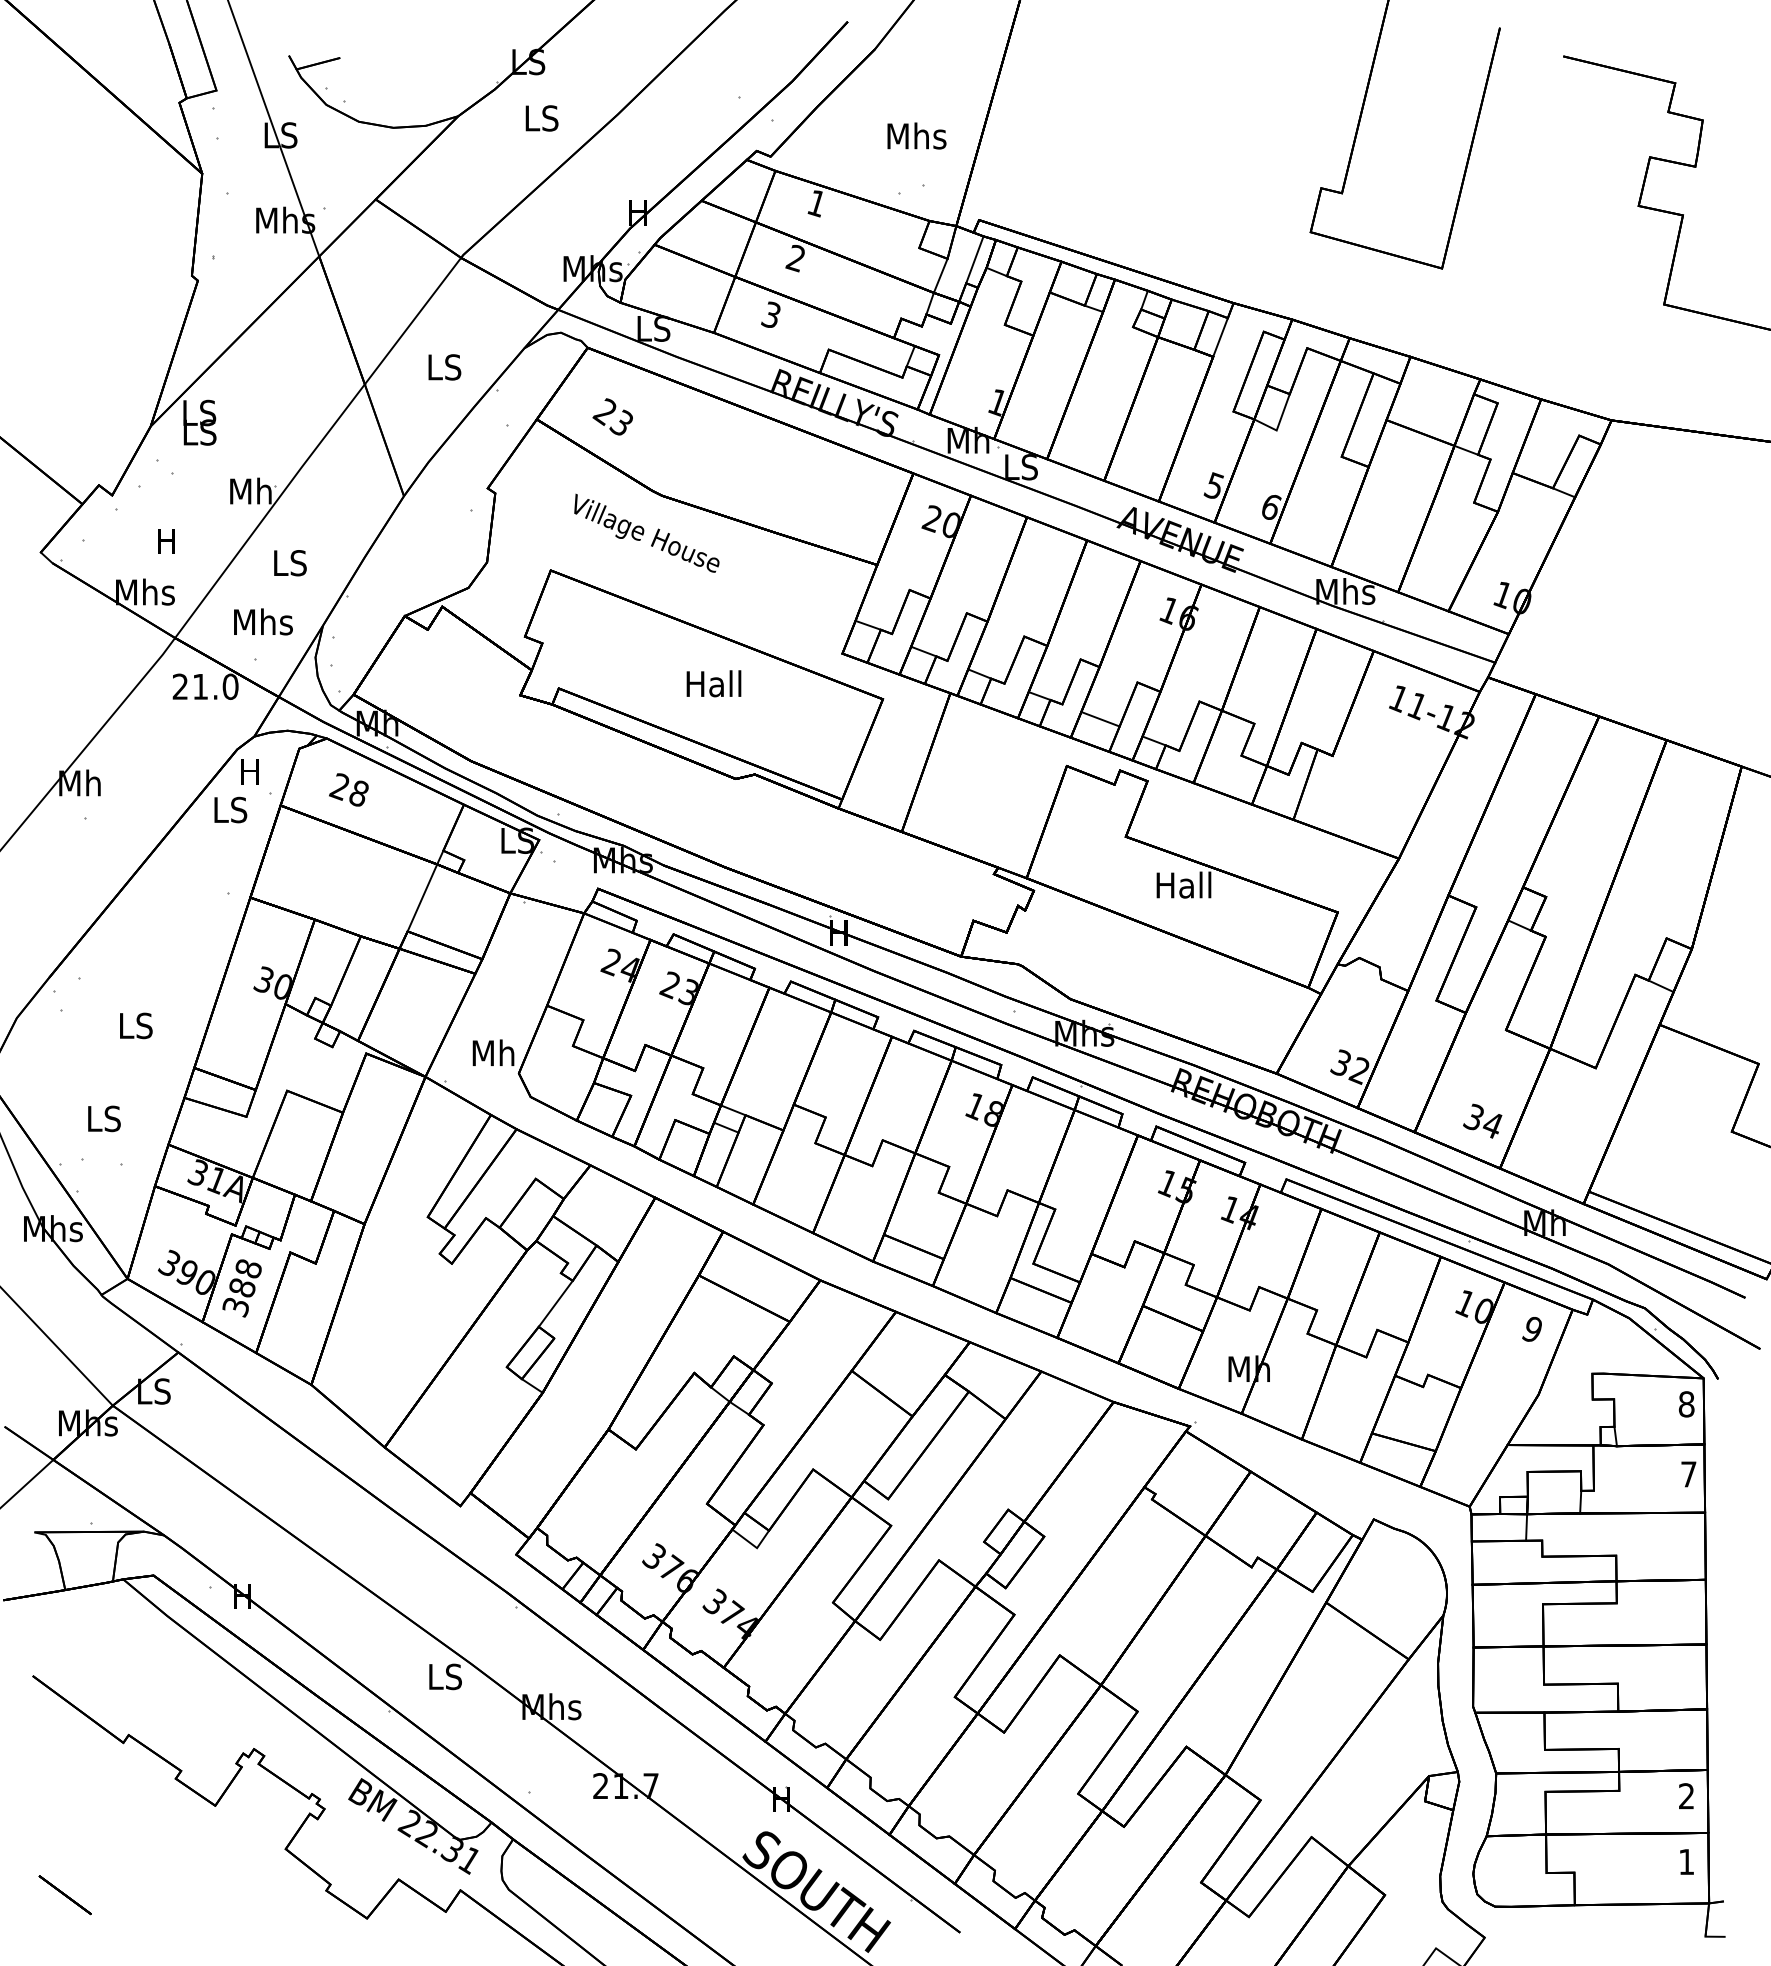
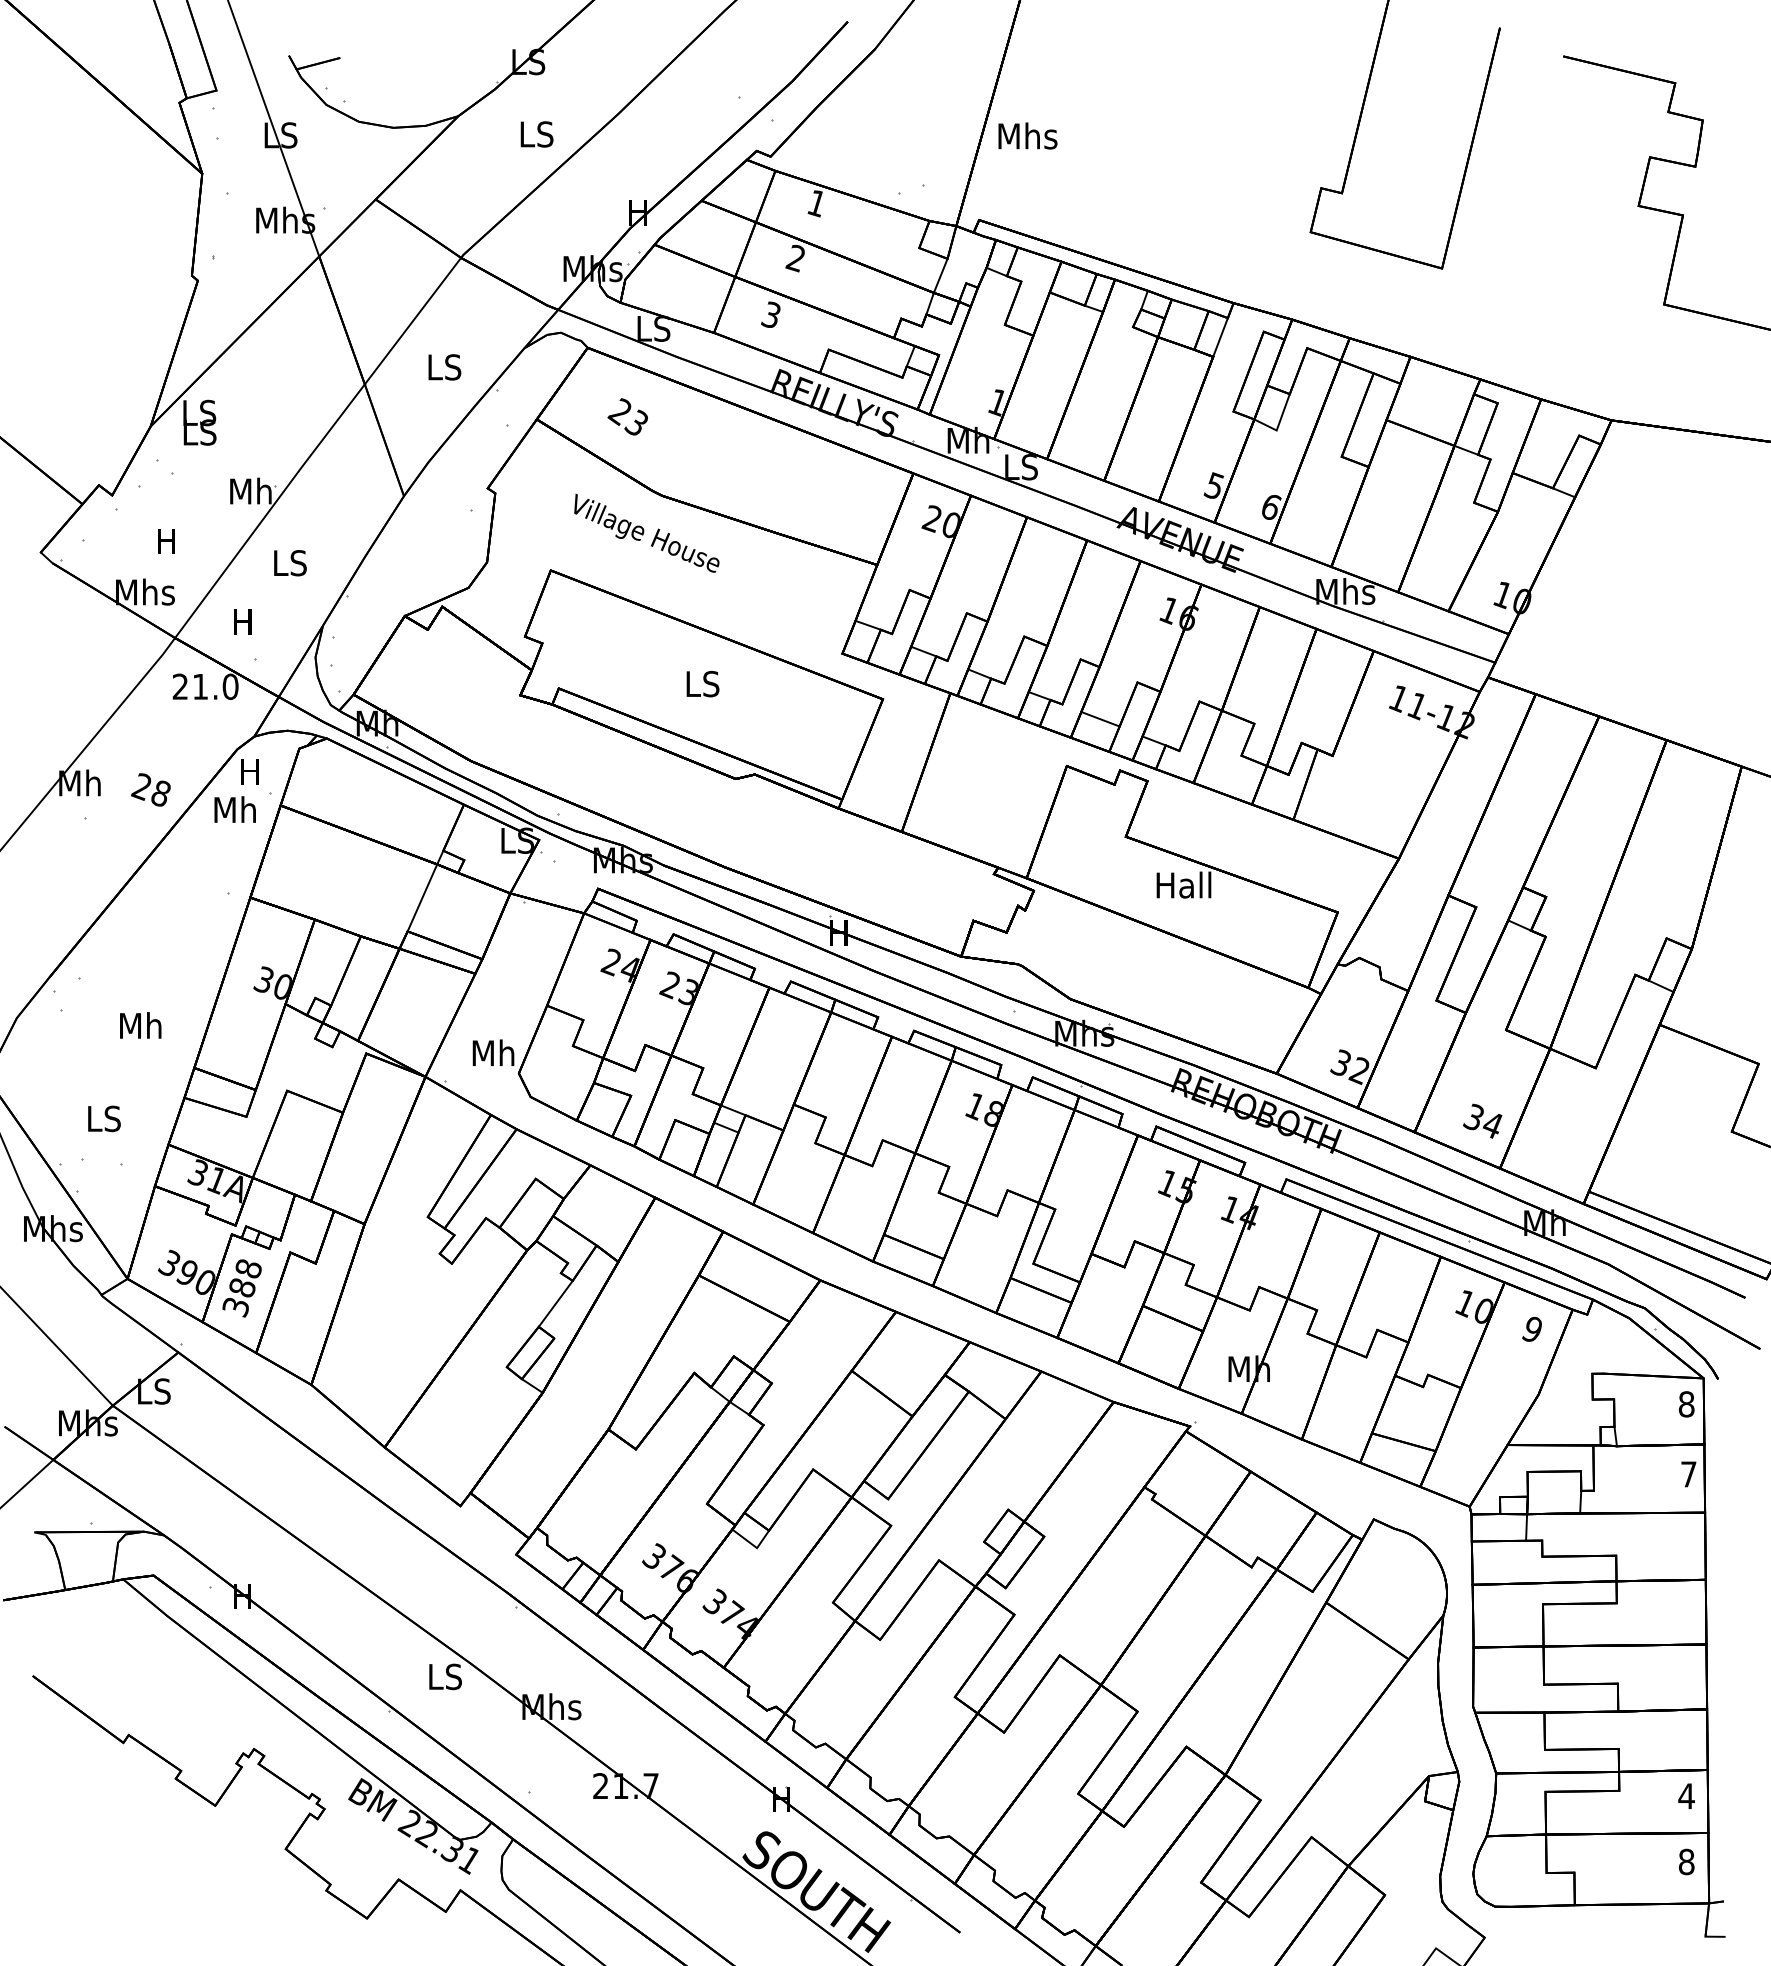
text at (541, 118) position: (541, 118) -> (536, 134)
text at (916, 135) position: (916, 135) -> (1027, 135)
line at (974, 259): present -> none
text at (612, 416) position: (612, 416) -> (627, 416)
text at (263, 621): Mhs -> H
text at (715, 683): Hall -> LS
text at (348, 789) position: (348, 789) -> (150, 789)
text at (236, 809): LS -> Mh
text at (142, 1025): LS -> Mh
text at (1686, 1796): 2 -> 4
text at (1686, 1861): 1 -> 8
line at (64, 1895): present -> none
